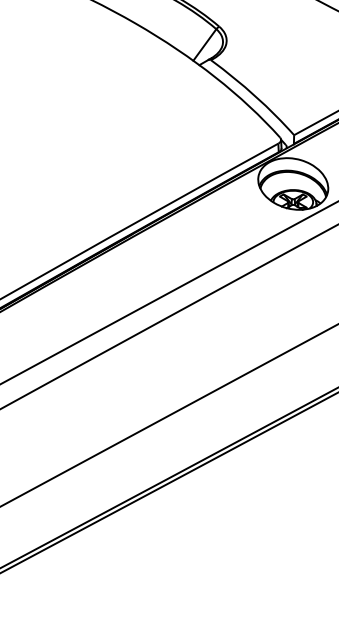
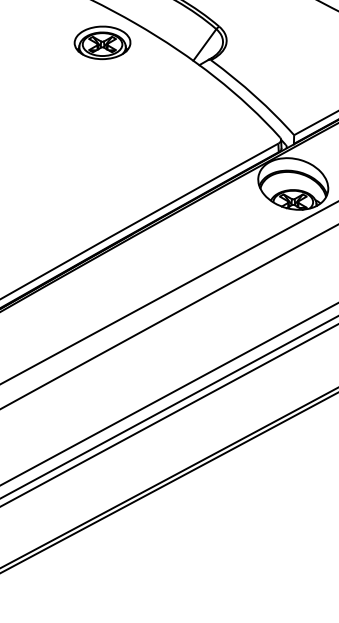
part at (102, 42): none -> present
line at (168, 394): none -> present
line at (168, 407): none -> present
